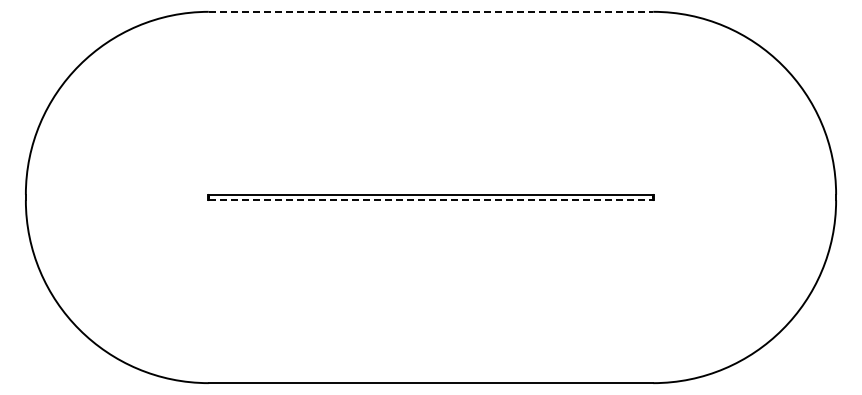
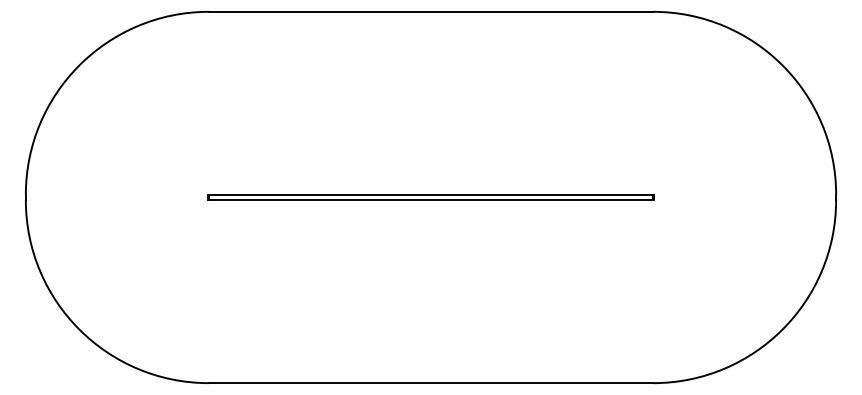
line at (431, 11): dashed -> solid
line at (431, 200): dashed -> solid
